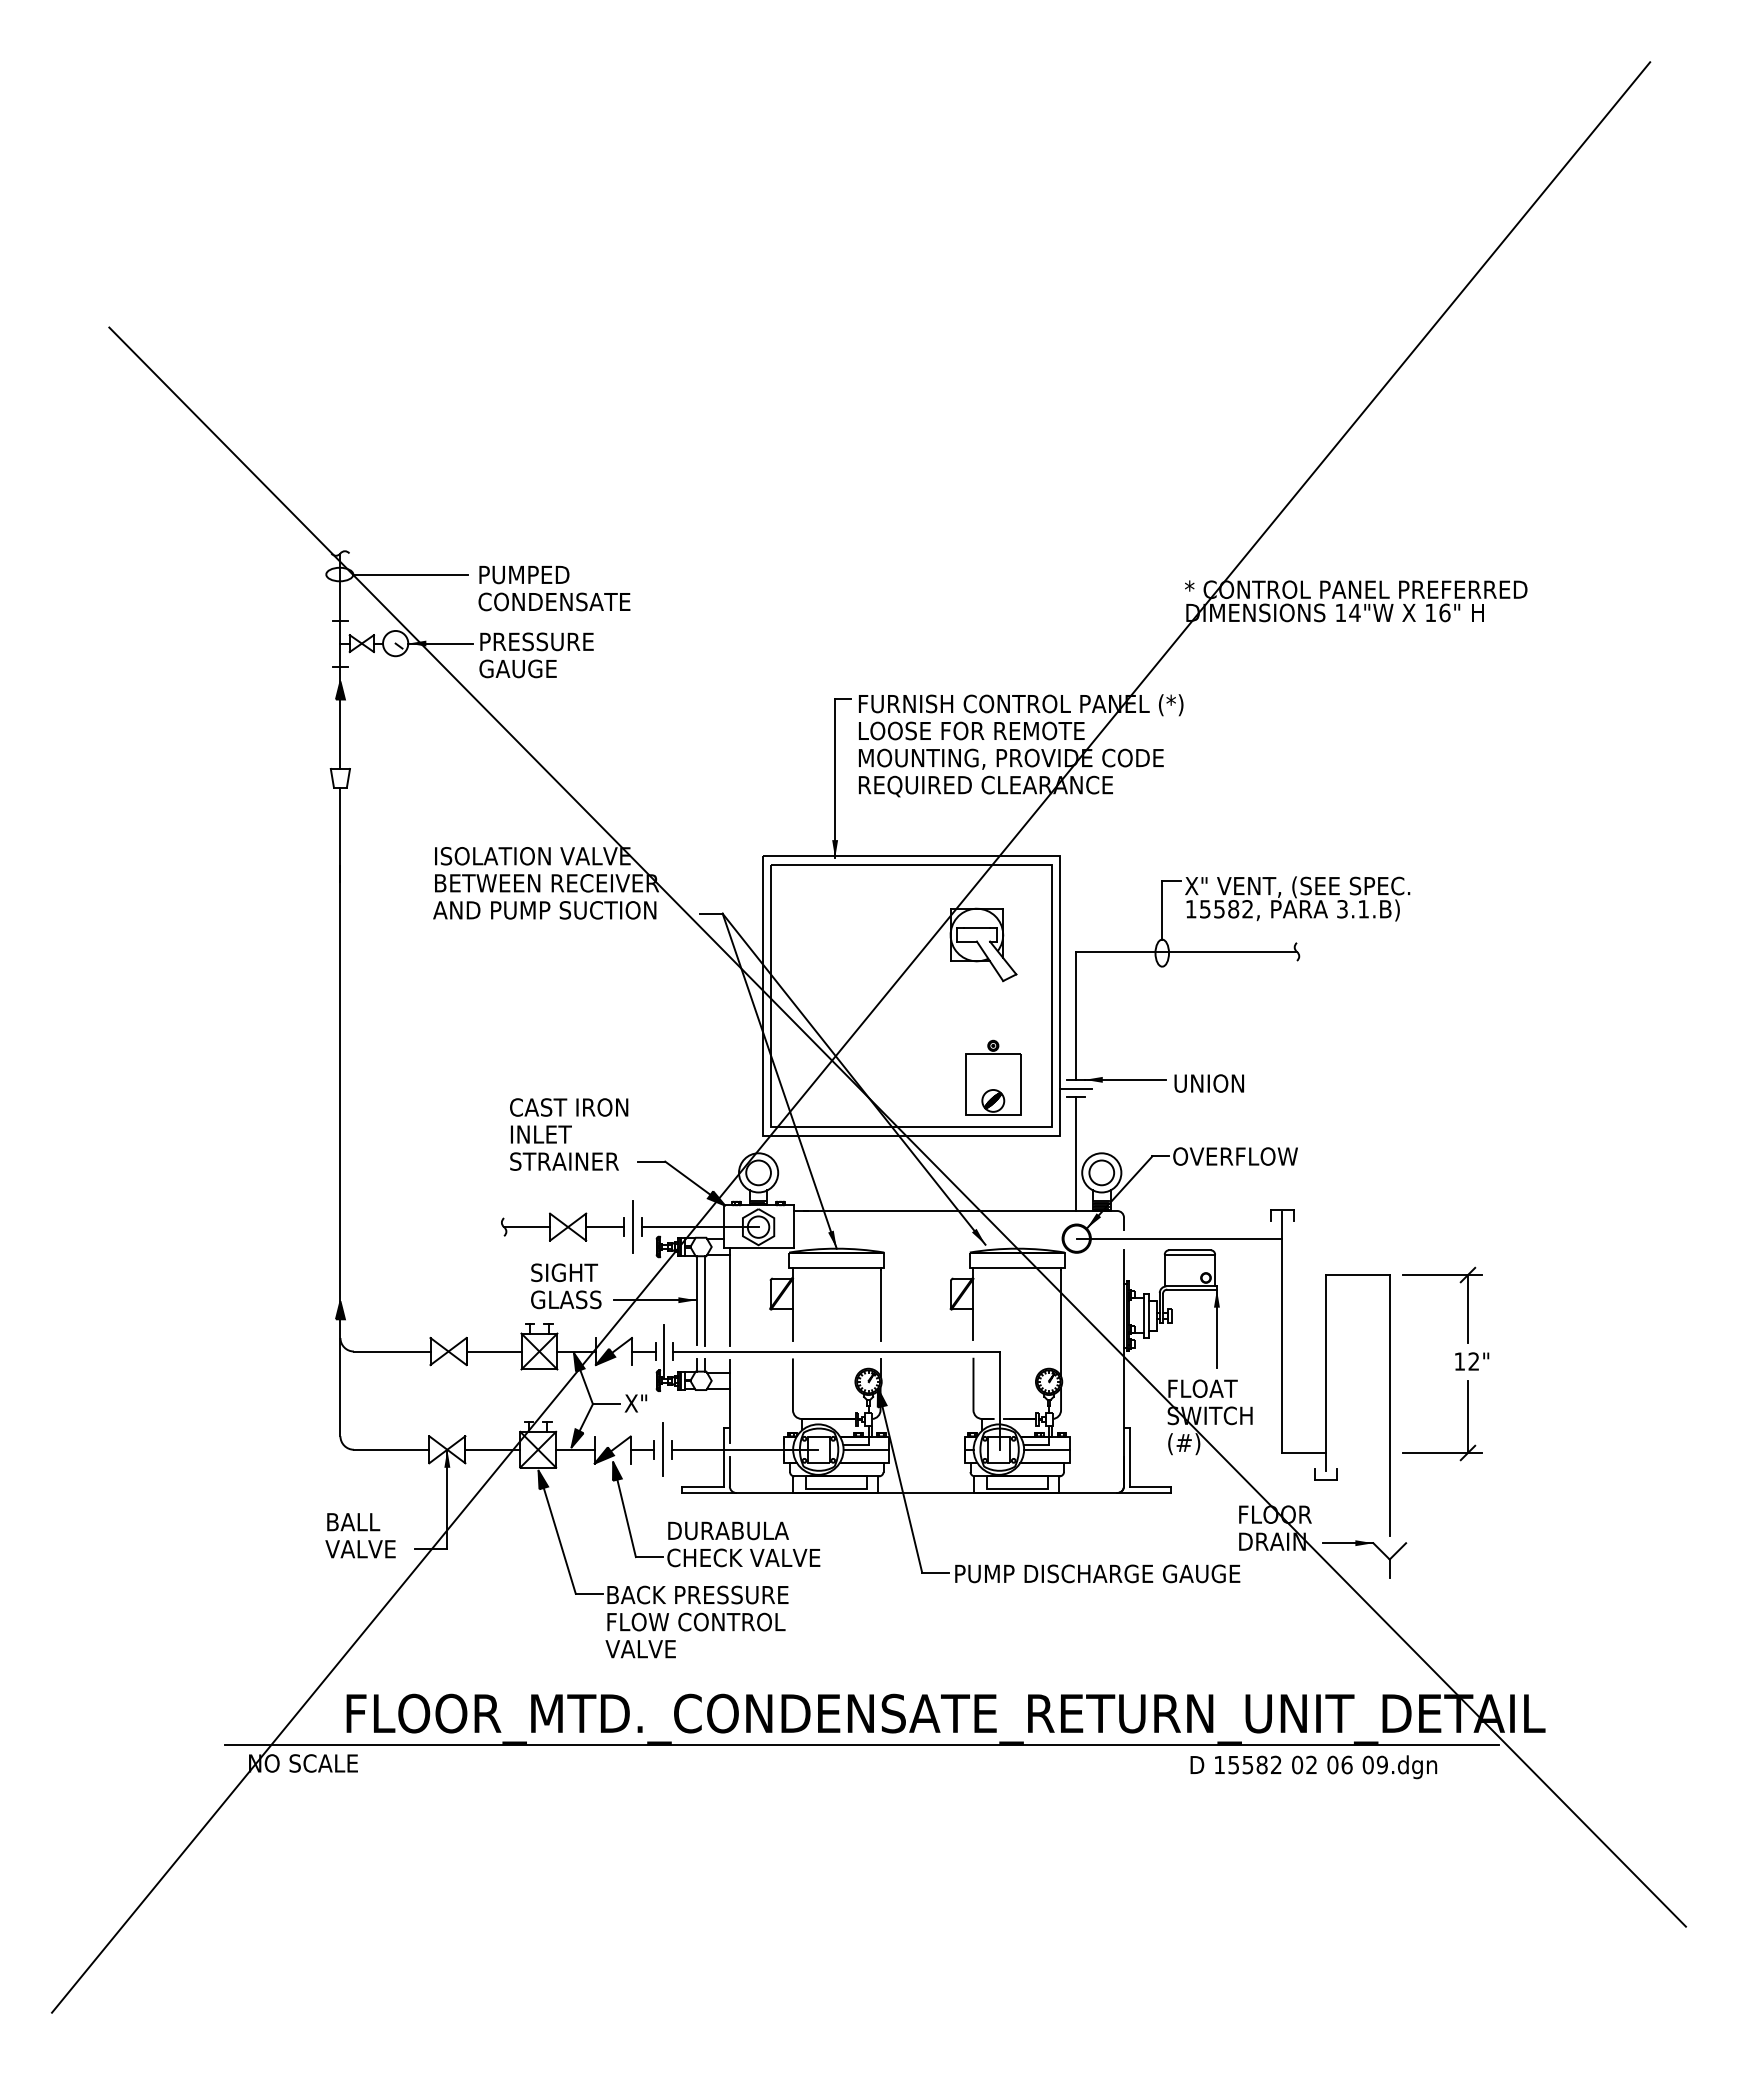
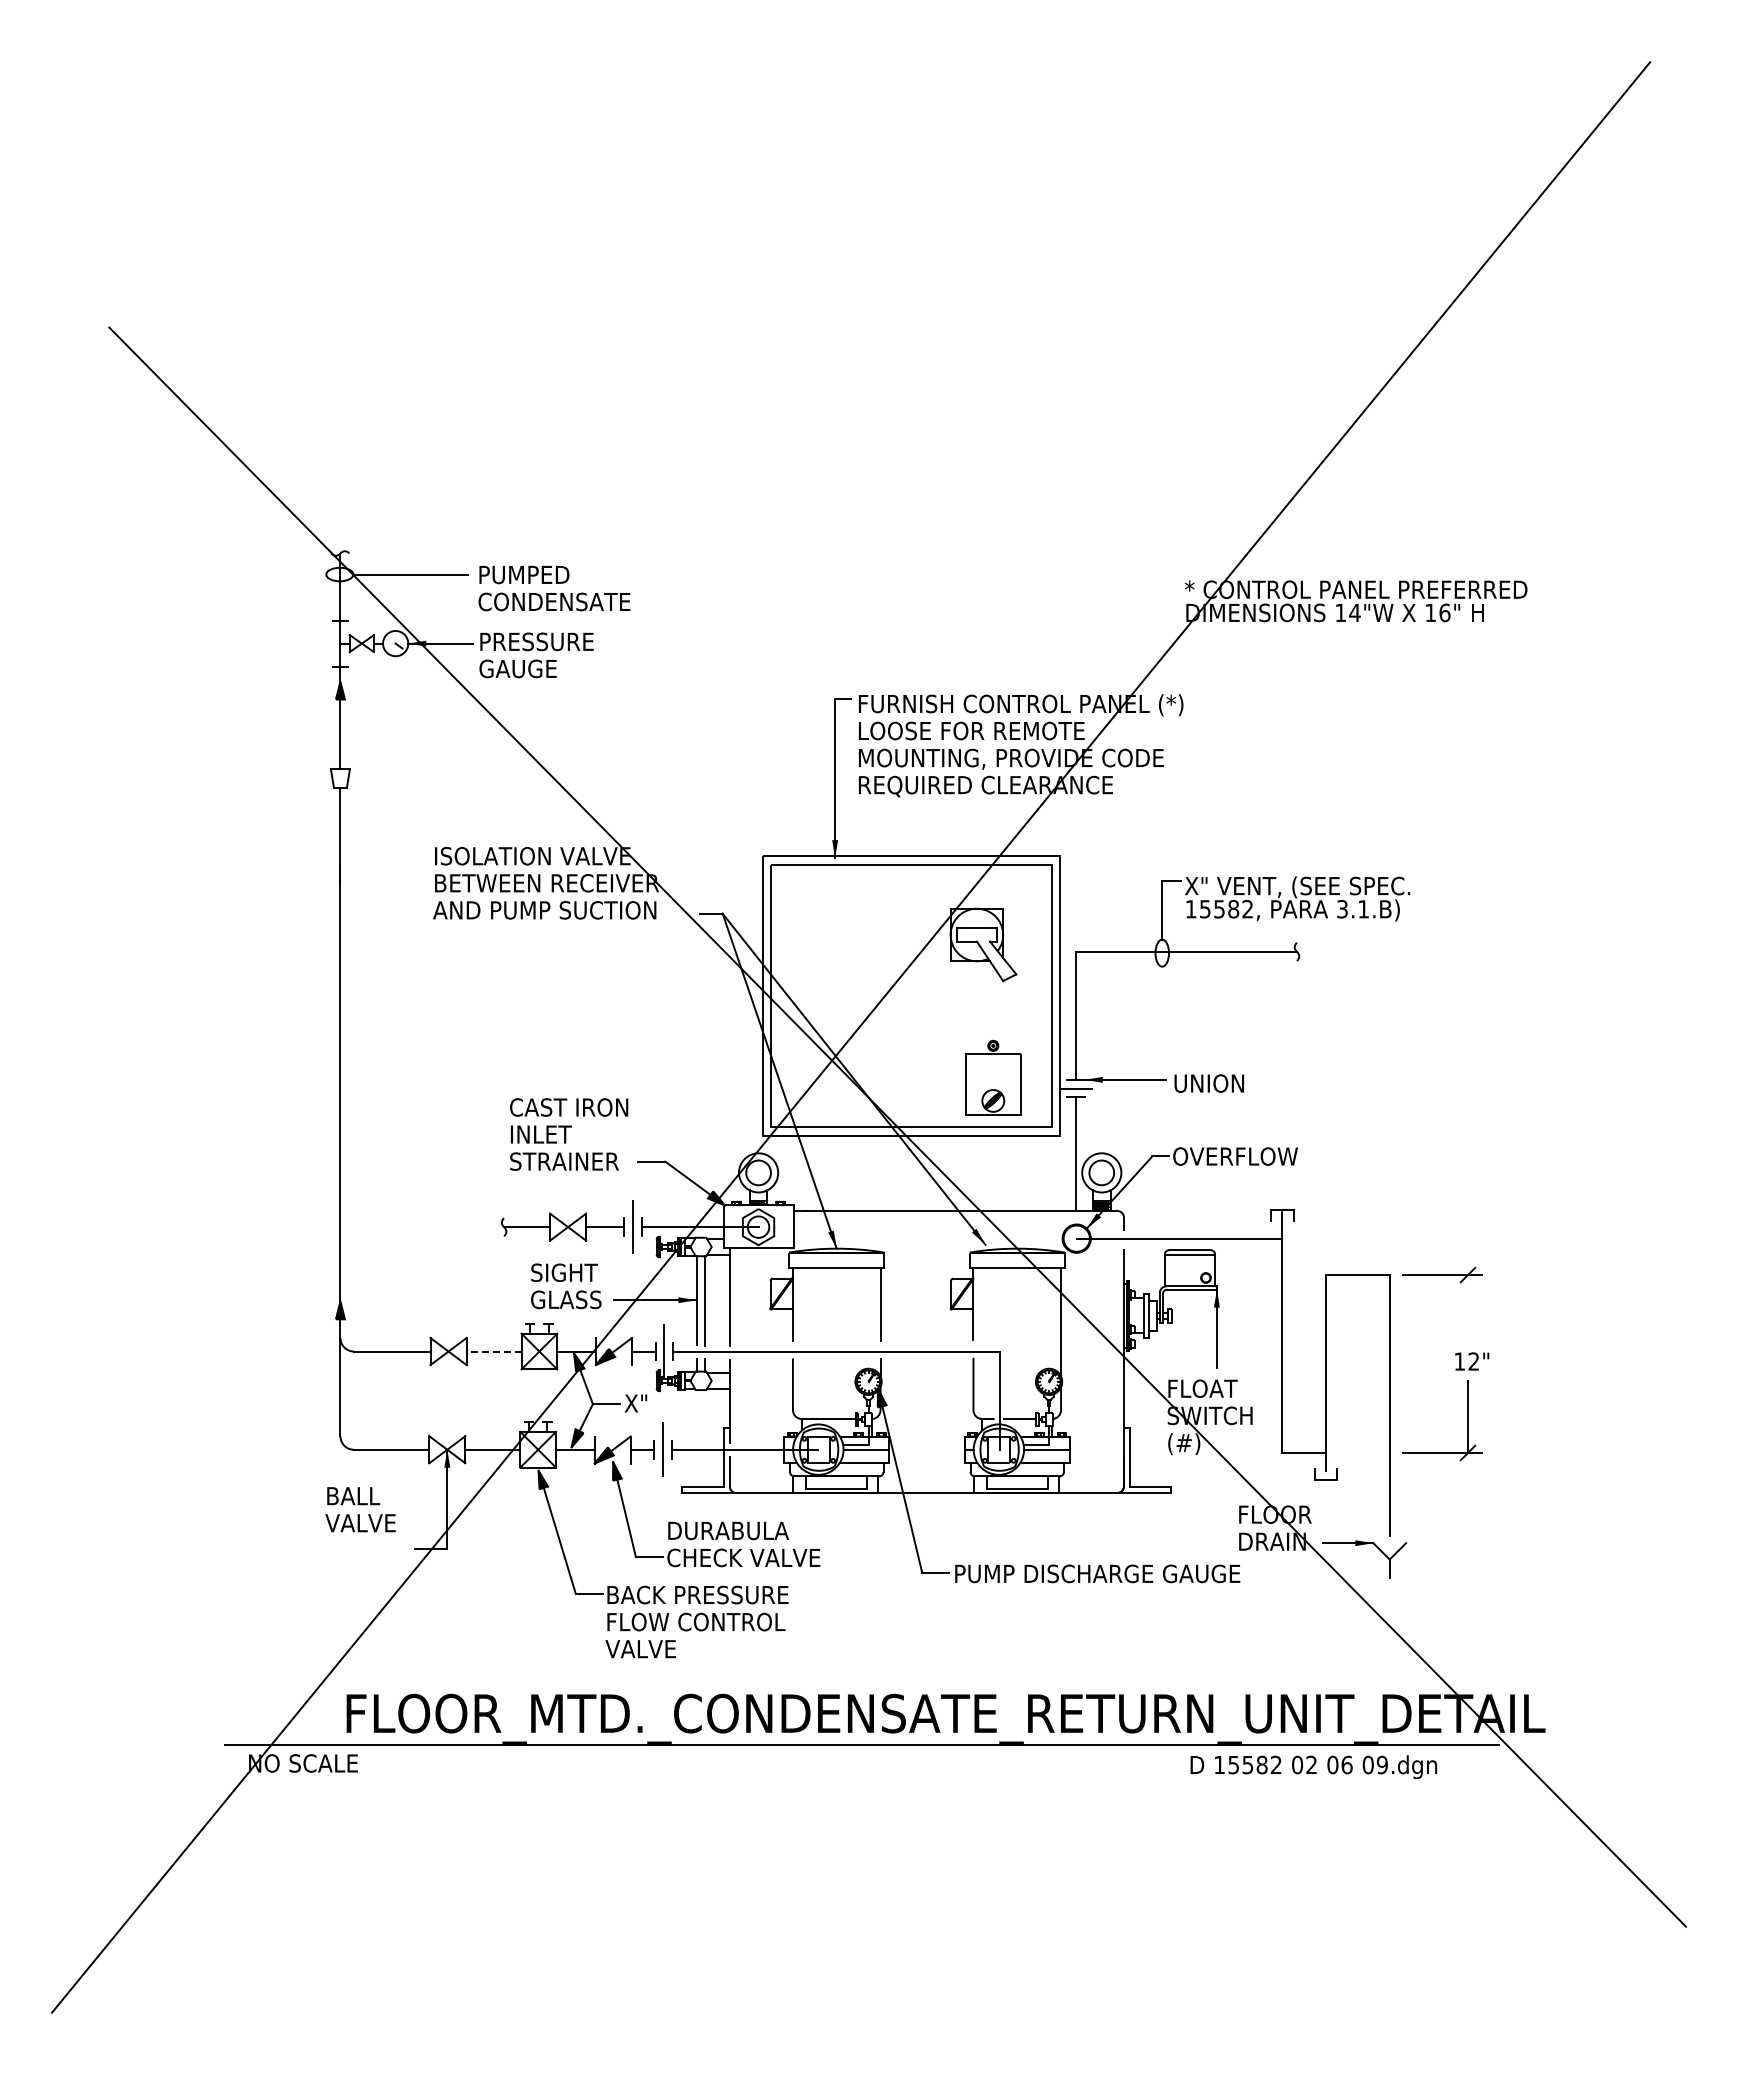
line at (1467, 1309): present -> none
line at (493, 1351): solid -> dashed
text at (360, 1535) position: (360, 1535) -> (360, 1509)
